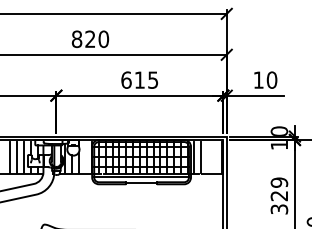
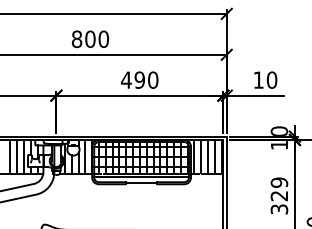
text at (90, 39): 820 -> 800
text at (139, 79): 615 -> 490
line at (85, 157): none -> present
line at (208, 157): none -> present
line at (214, 157): none -> present
